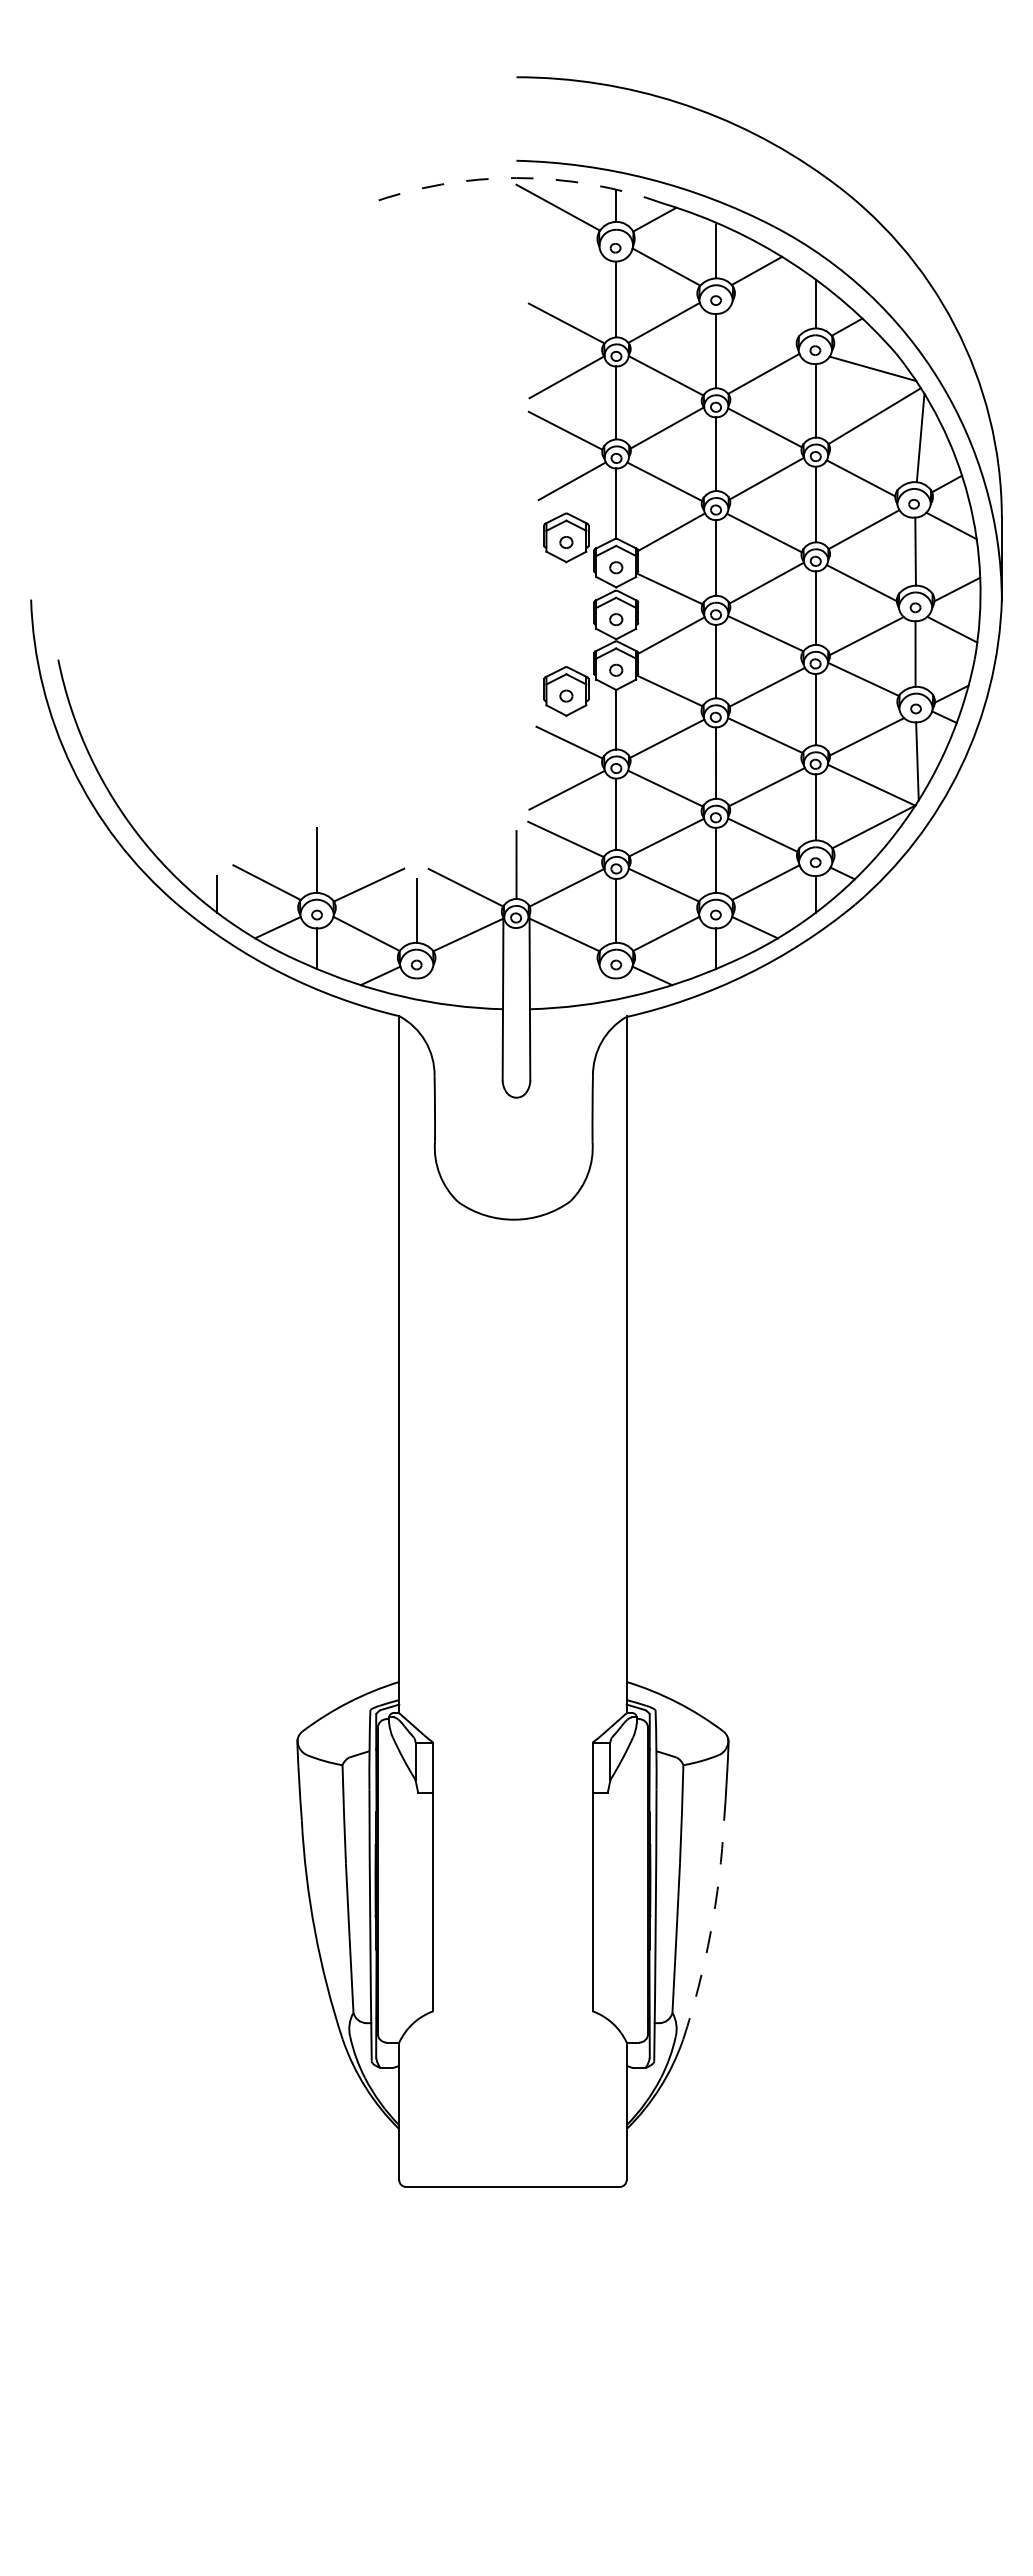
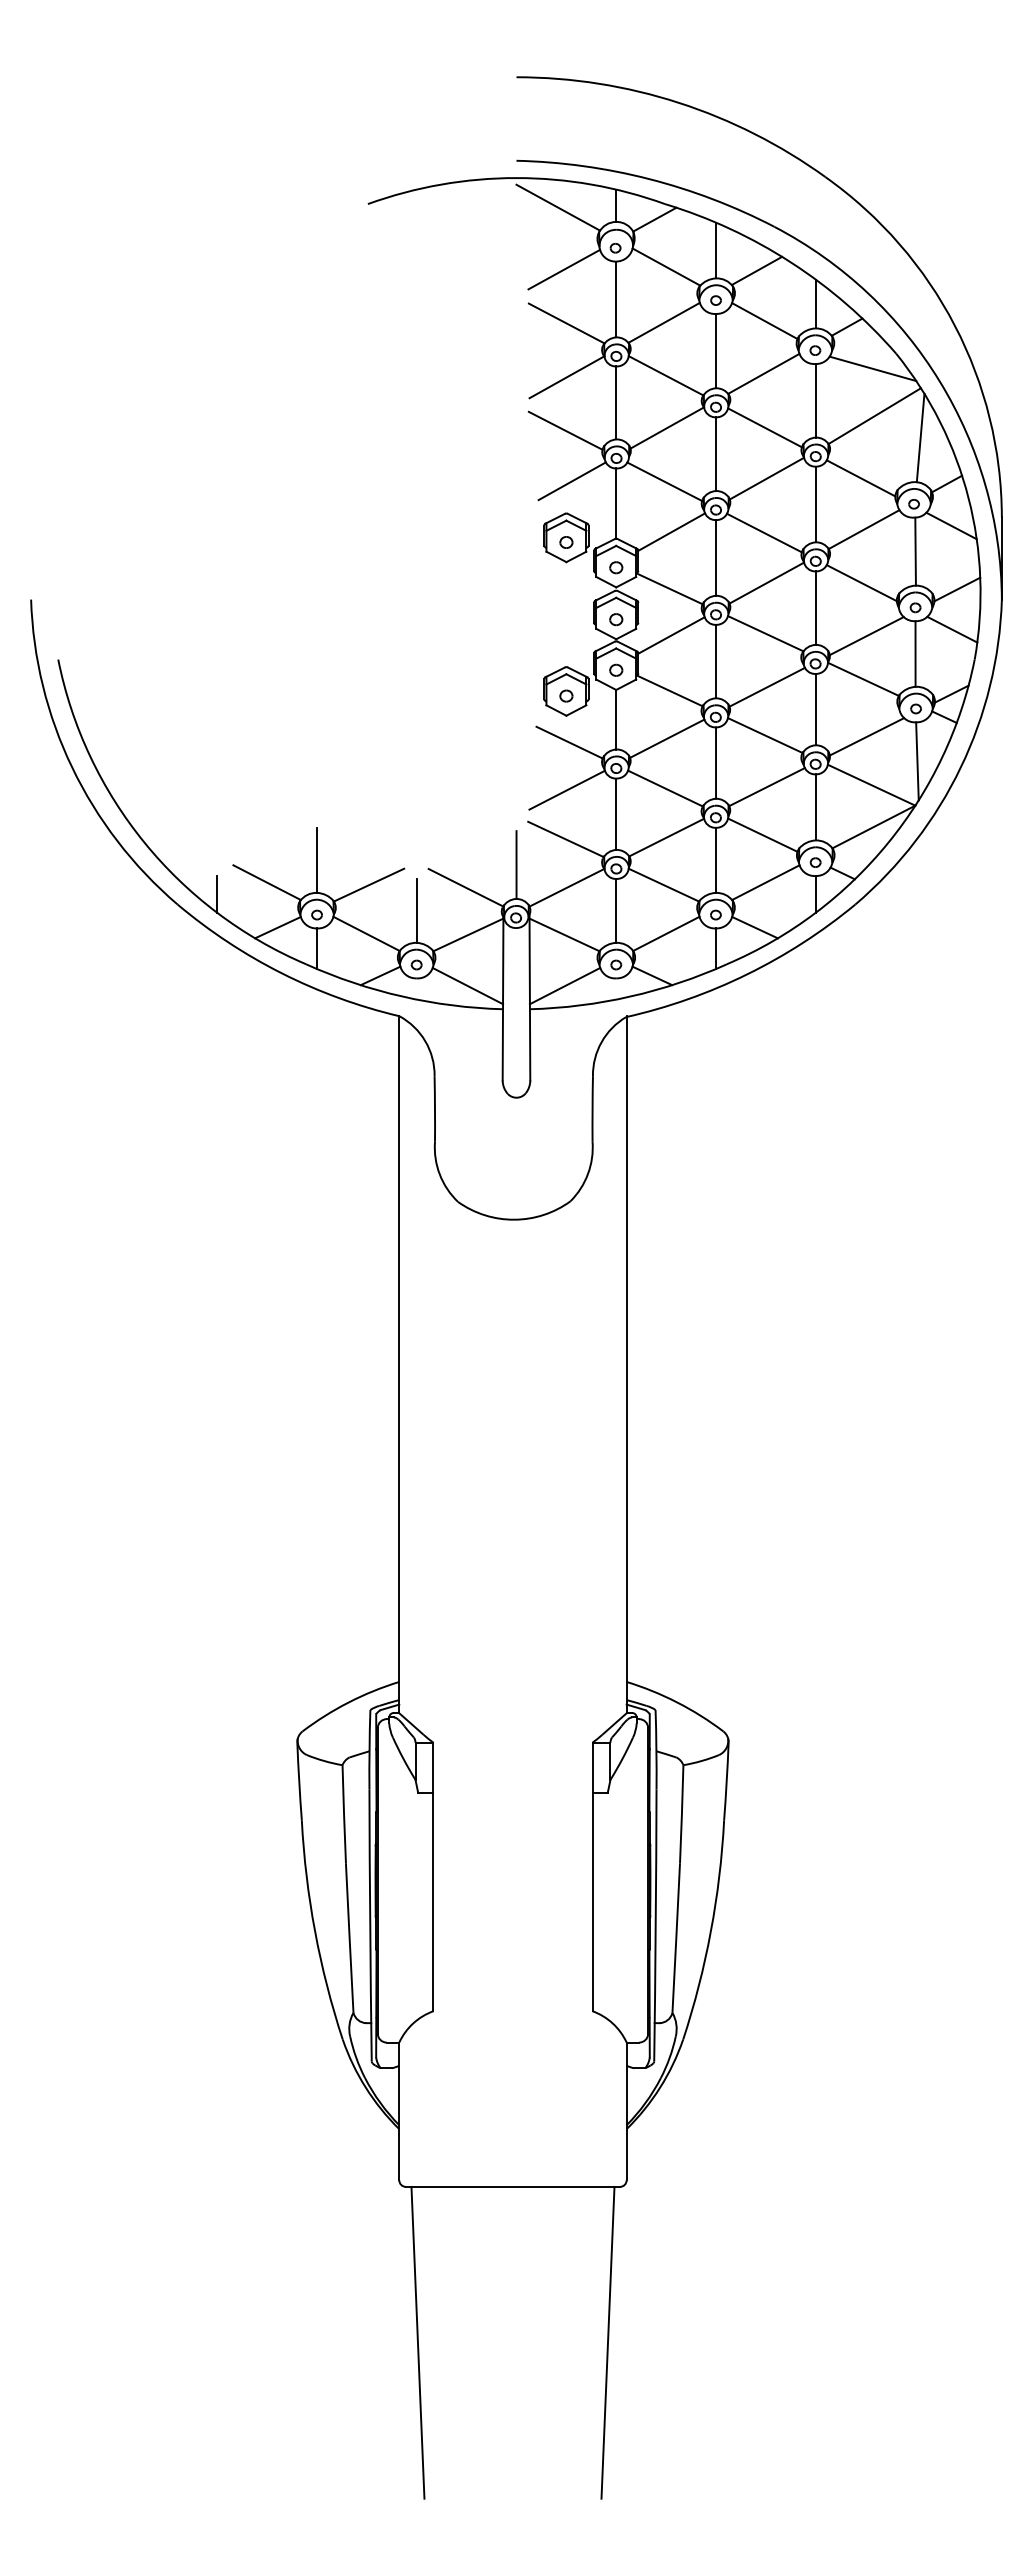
arc at (516, 178): dashed -> solid
line at (564, 269): none -> present
line at (764, 321): none -> present
line at (467, 985): none -> present
line at (564, 985): none -> present
arc at (710, 1931): dashed -> solid
line at (417, 2342): none -> present
line at (607, 2342): none -> present
